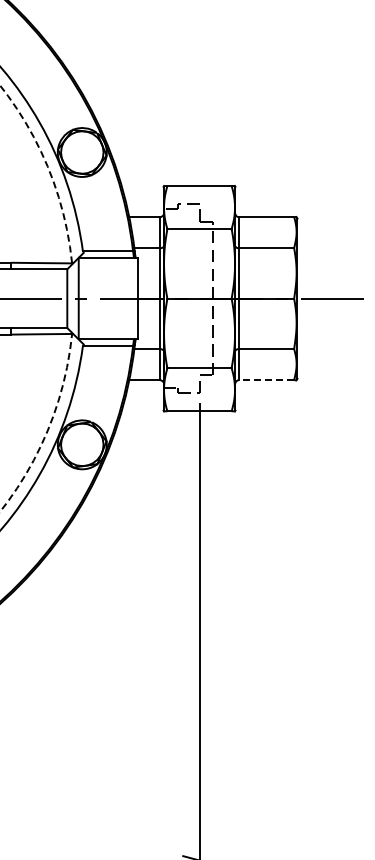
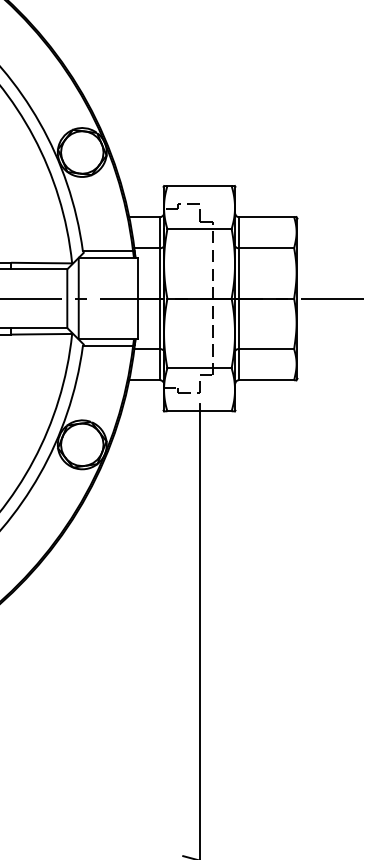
line at (266, 380): dashed -> solid
arc at (0, 511): dashed -> solid
